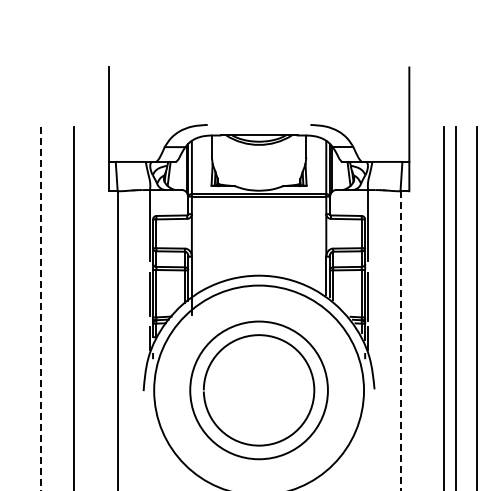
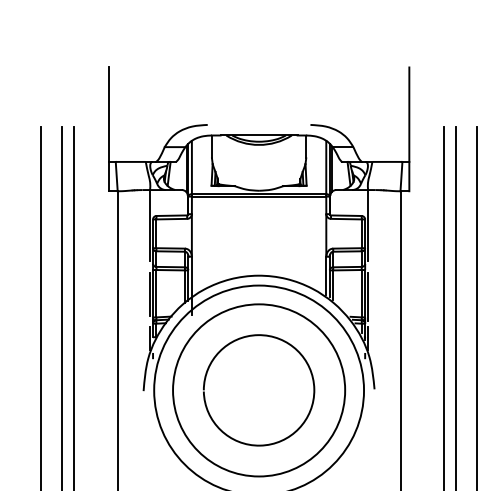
line at (62, 306): none -> present
line at (41, 308): dashed -> solid
line at (400, 341): dashed -> solid
circle at (258, 390) diameter: 138 px -> 172 px
